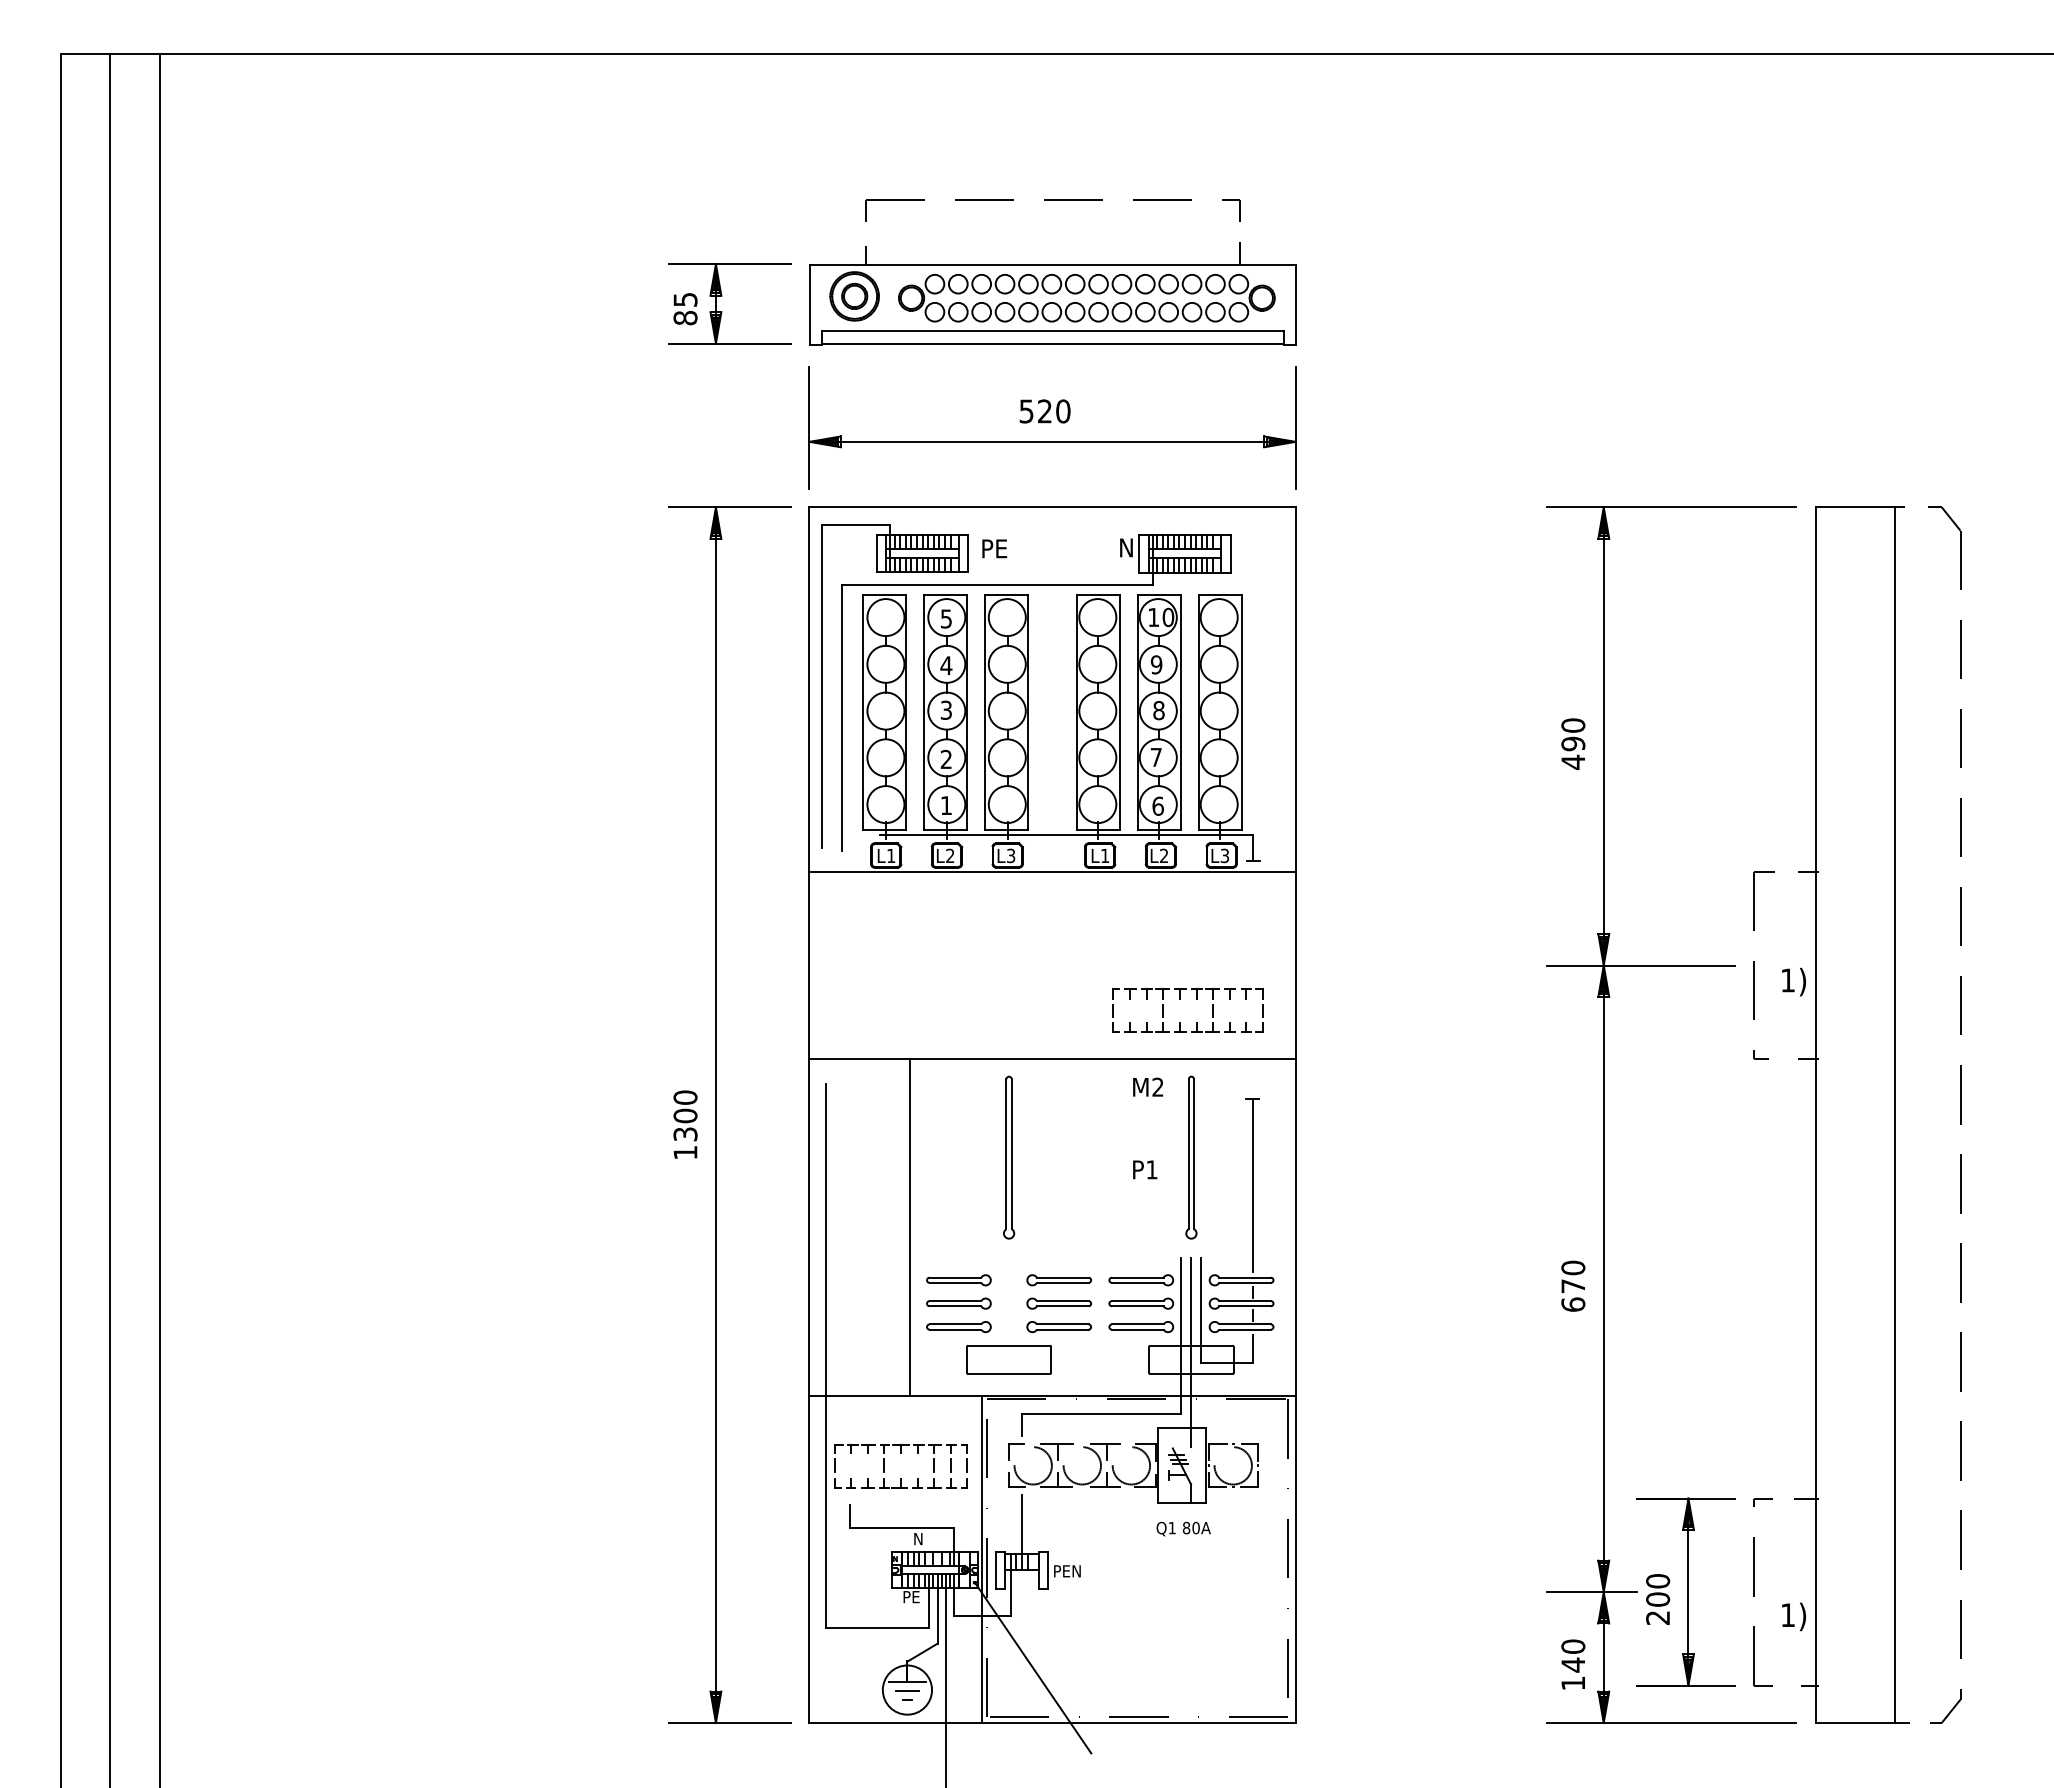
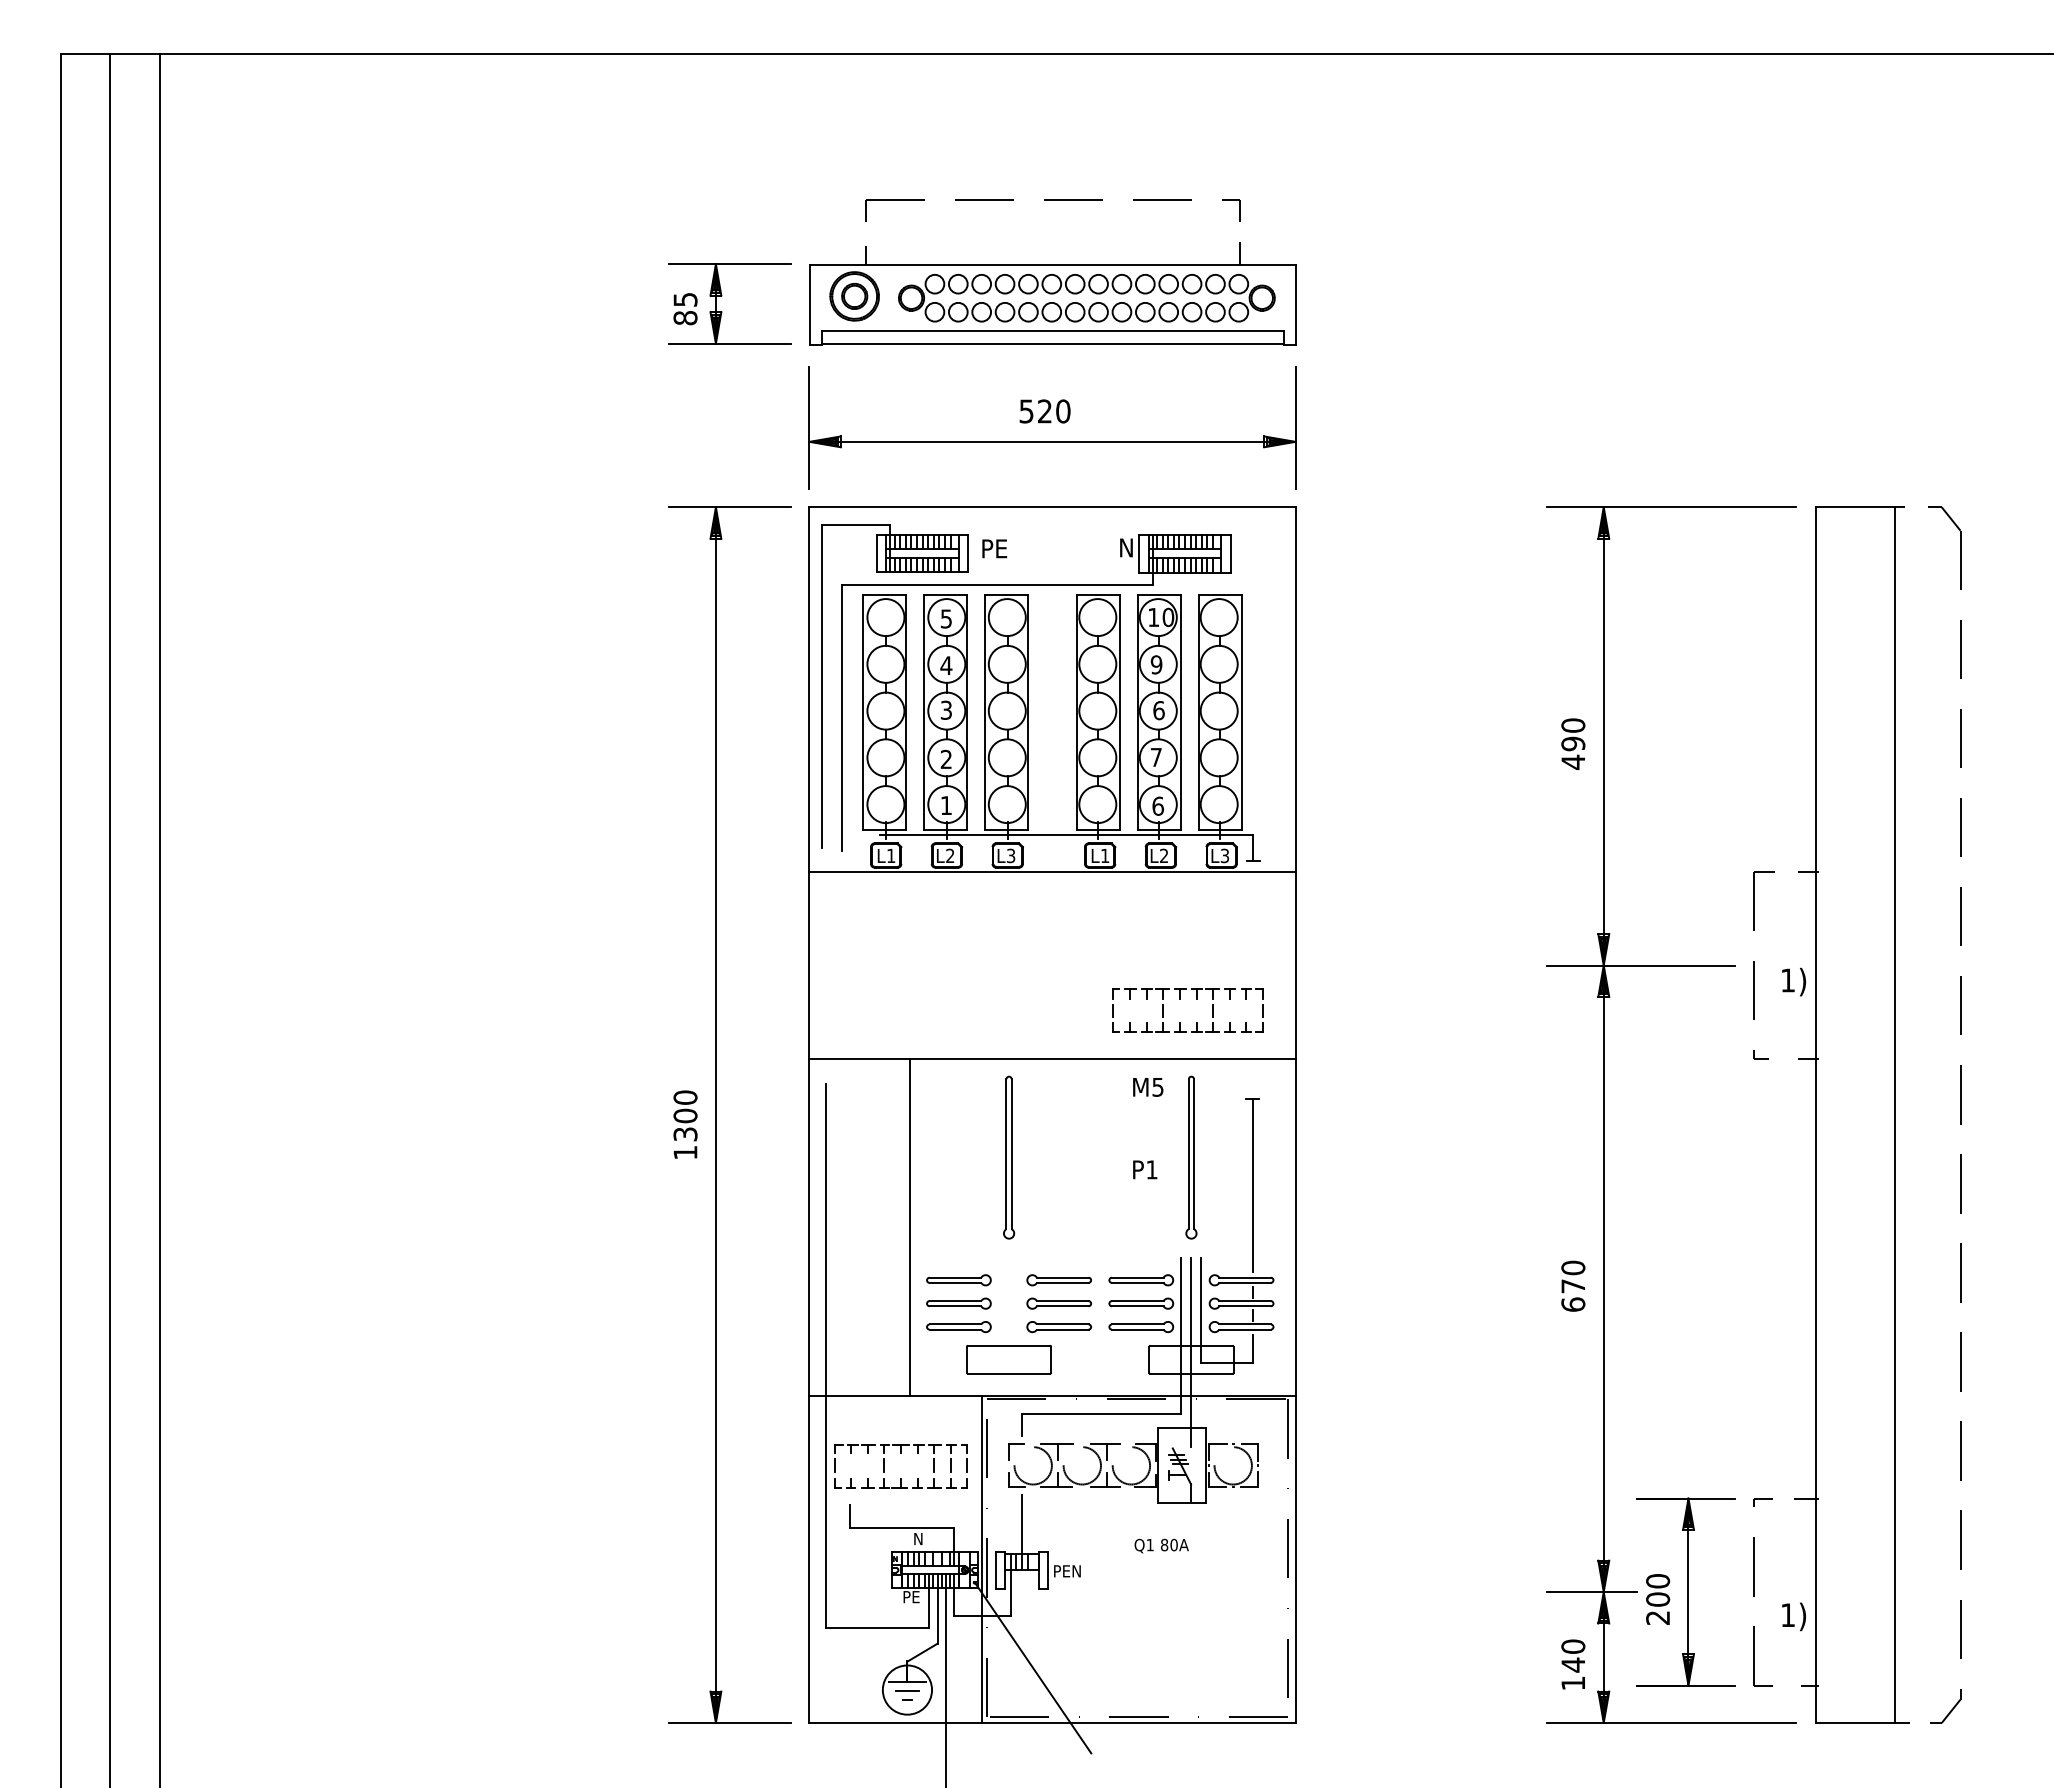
text at (1158, 710): 8 -> 6
text at (1157, 1086): M2 -> M5
text at (1183, 1528) position: (1183, 1528) -> (1161, 1545)
